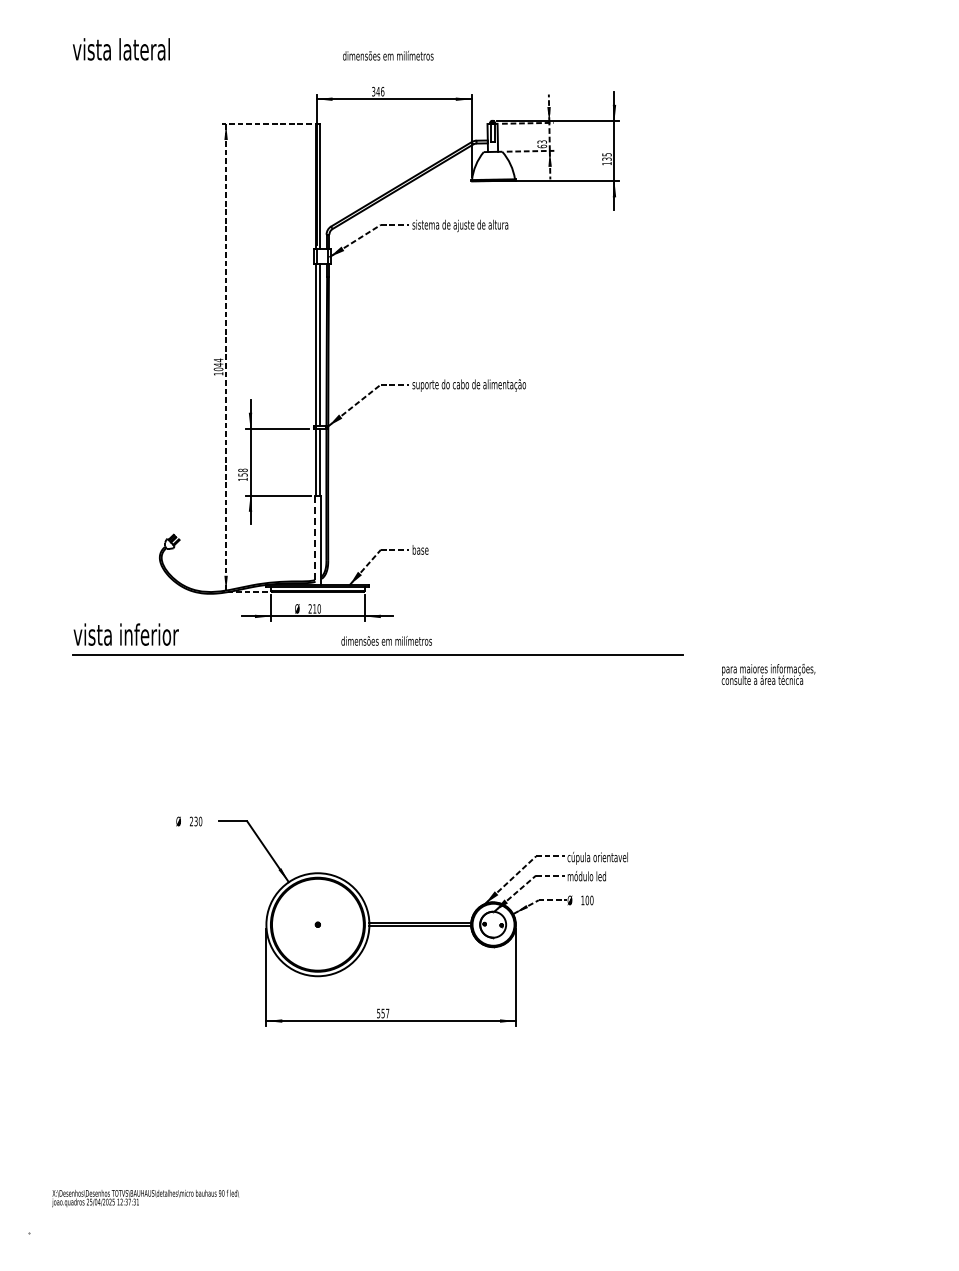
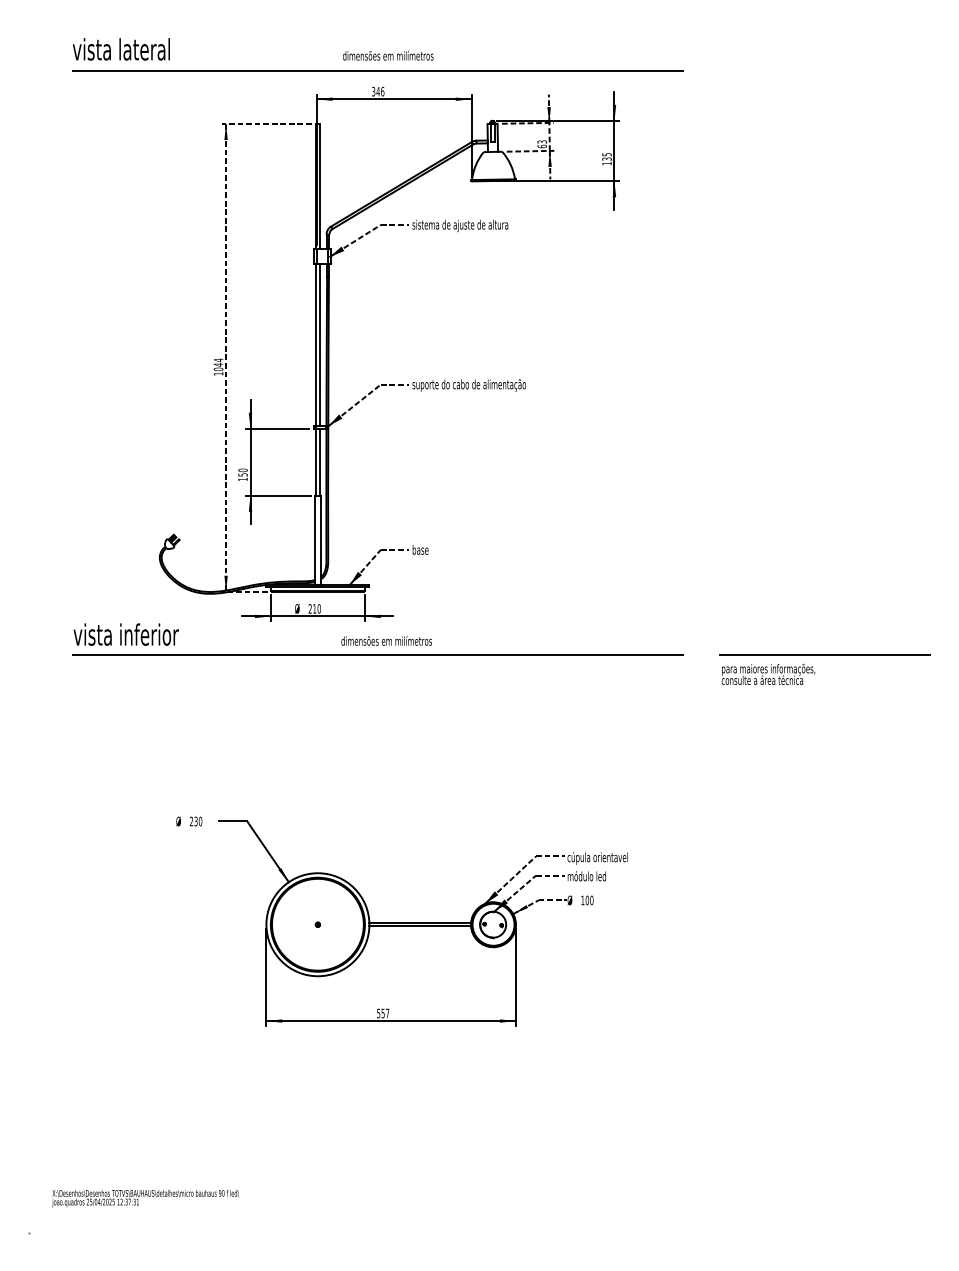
line at (377, 70): none -> present
text at (242, 470): 158 -> 150
line at (315, 540): dashed -> solid
line at (824, 654): none -> present
